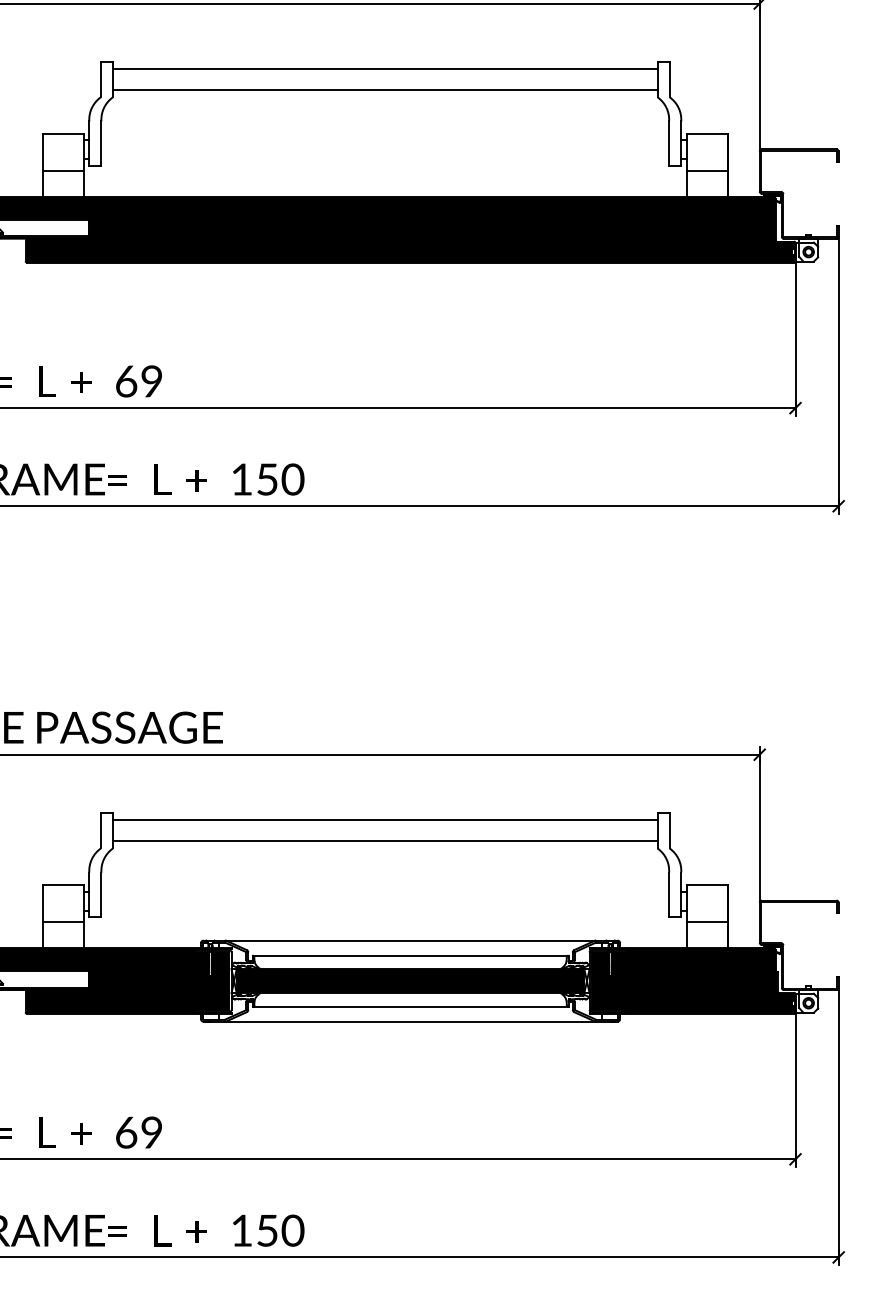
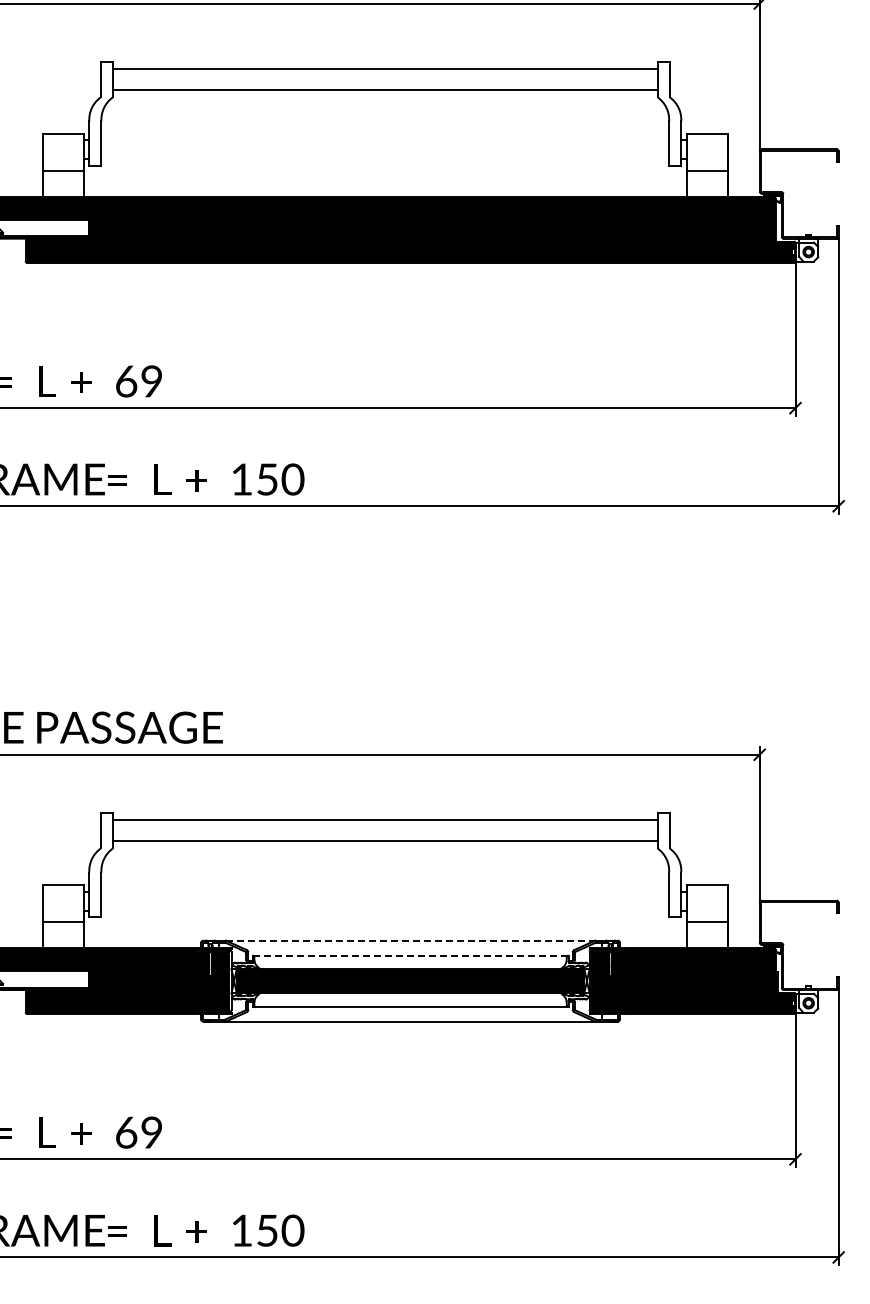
line at (410, 940): solid -> dashed
line at (410, 955): solid -> dashed
